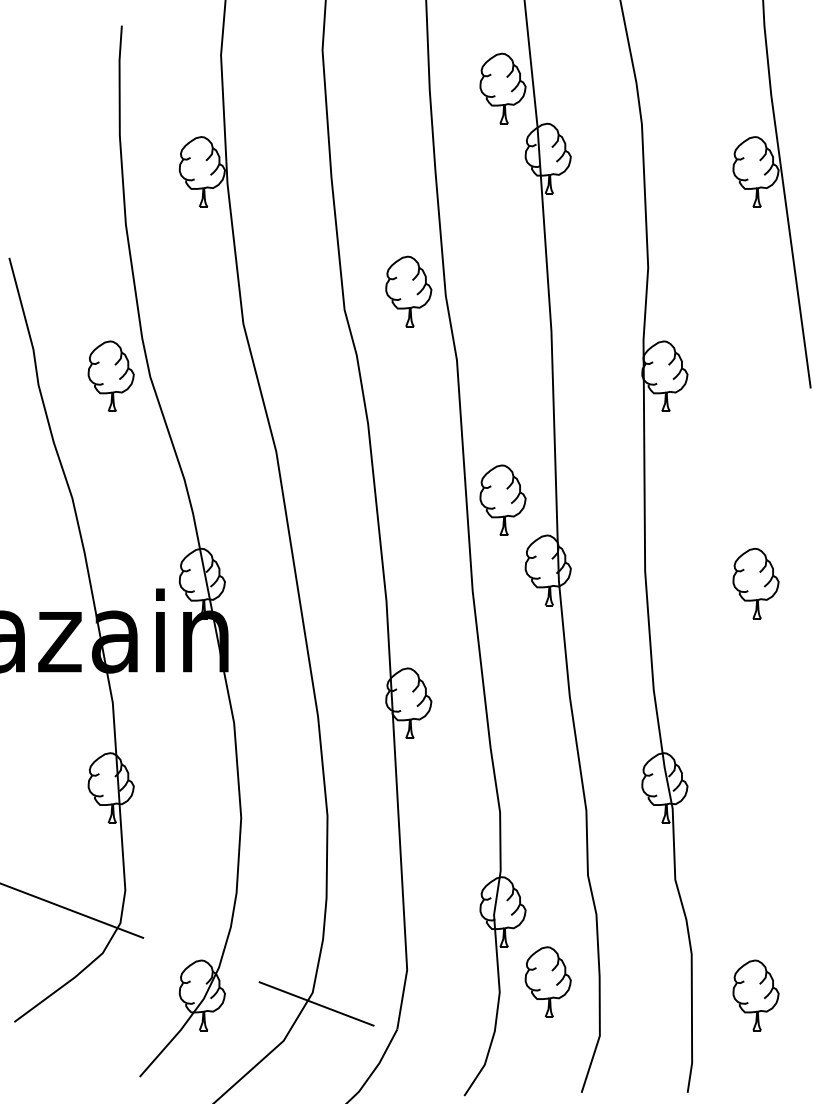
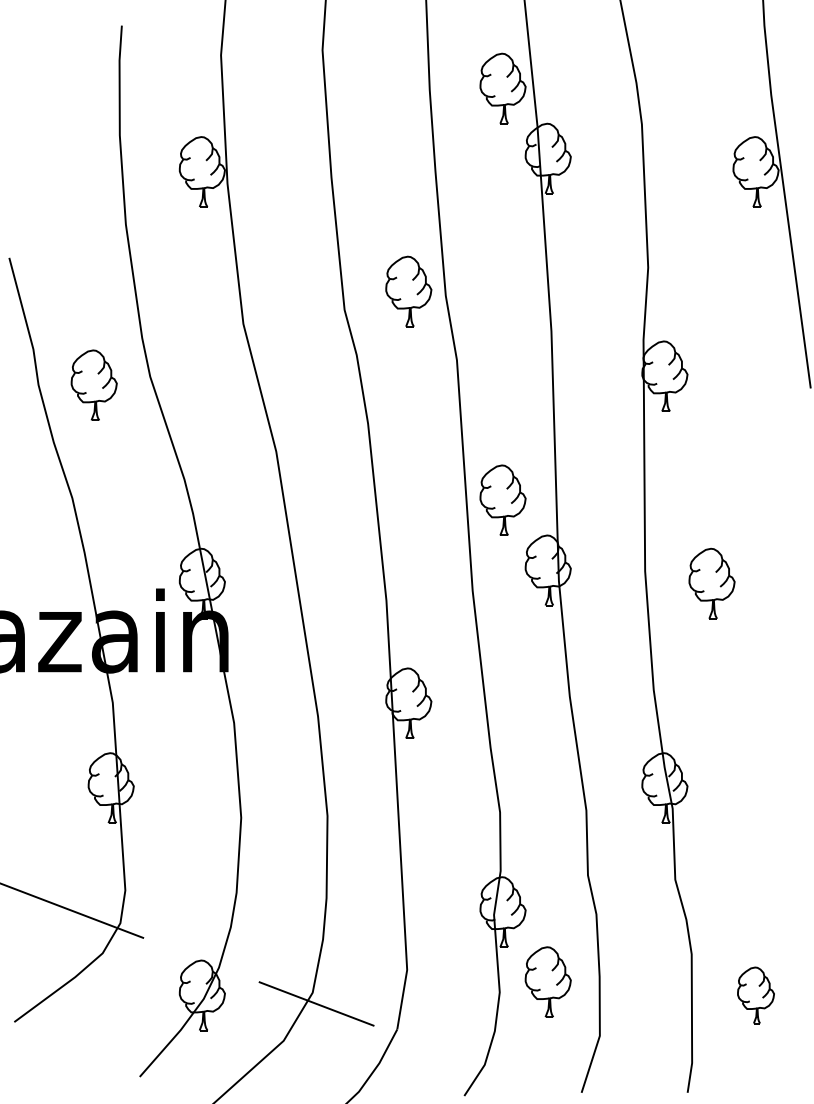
part at (110, 375) position: (110, 375) -> (93, 384)
part at (755, 583) position: (755, 583) -> (711, 583)
part at (755, 995) size: 48x73 px -> 38x59 px
